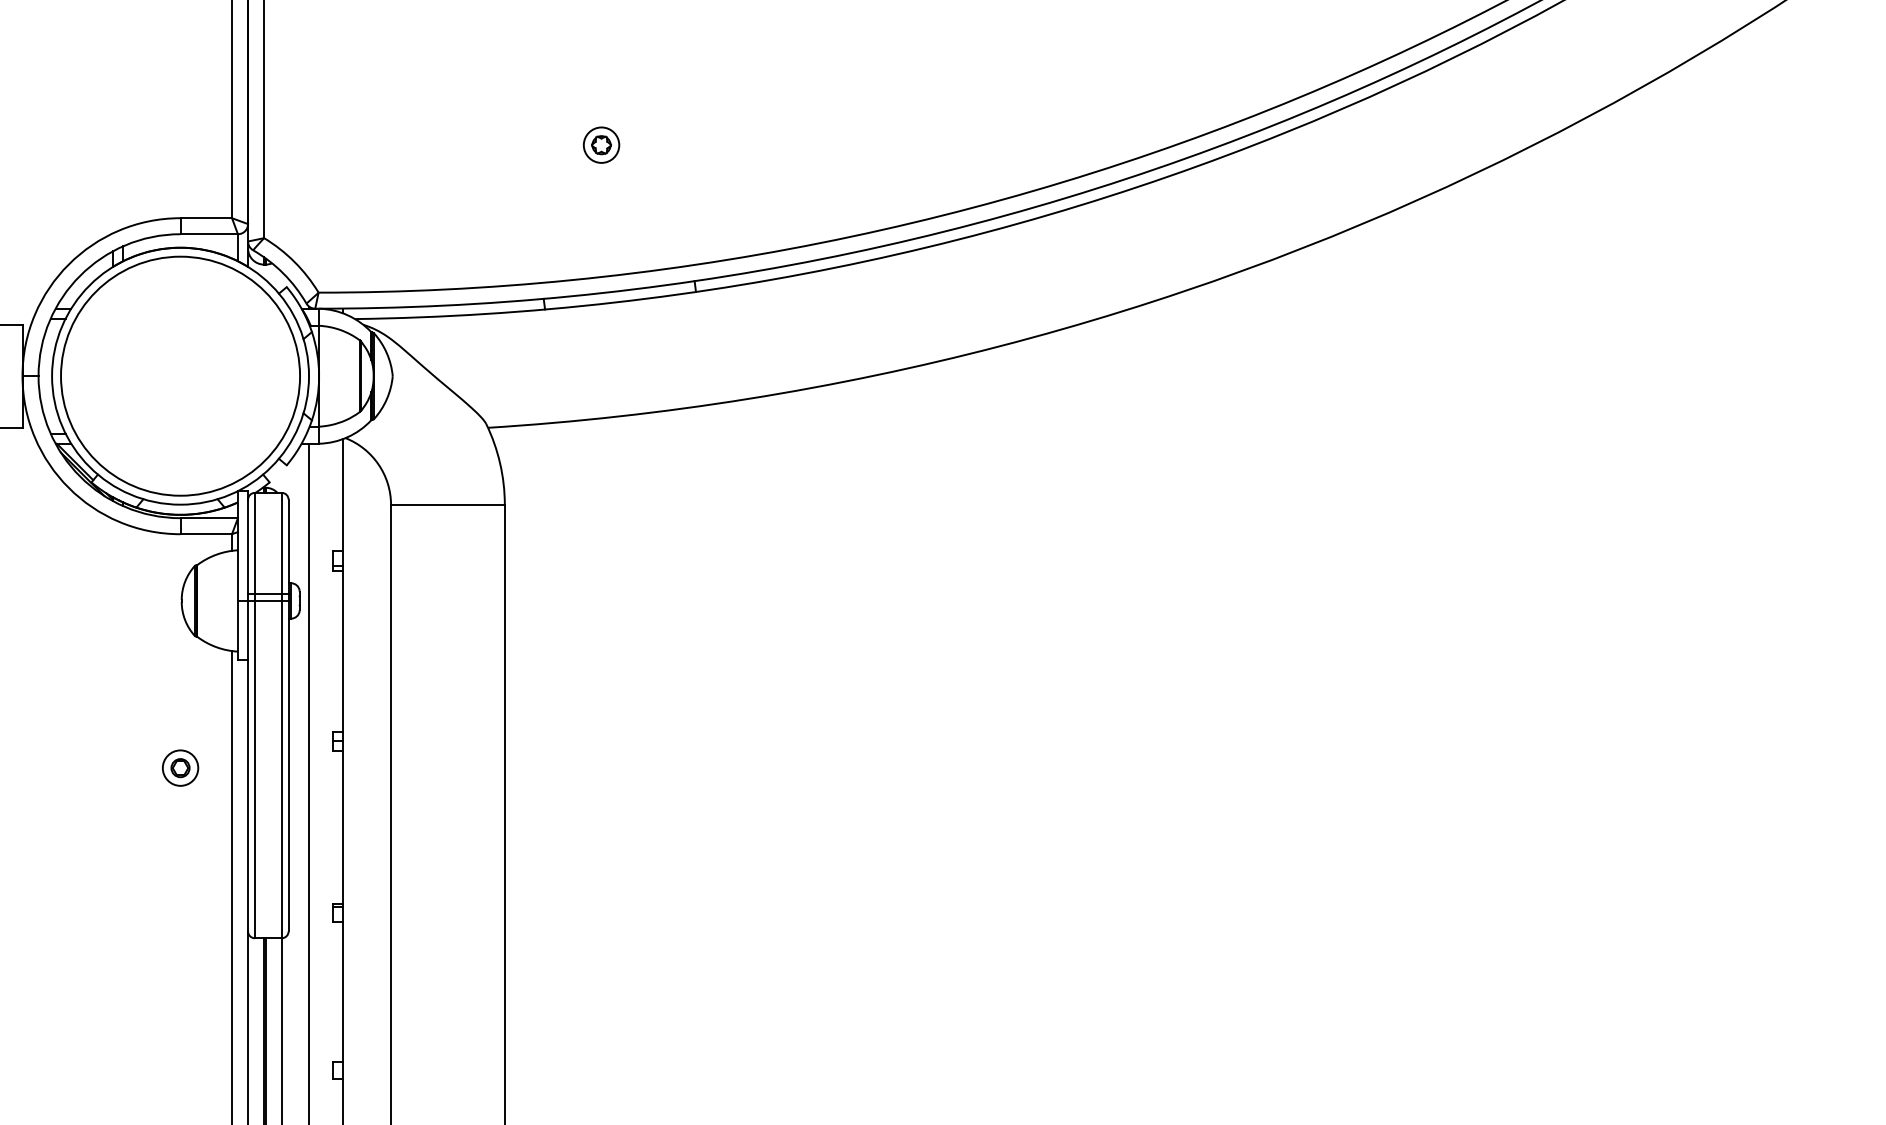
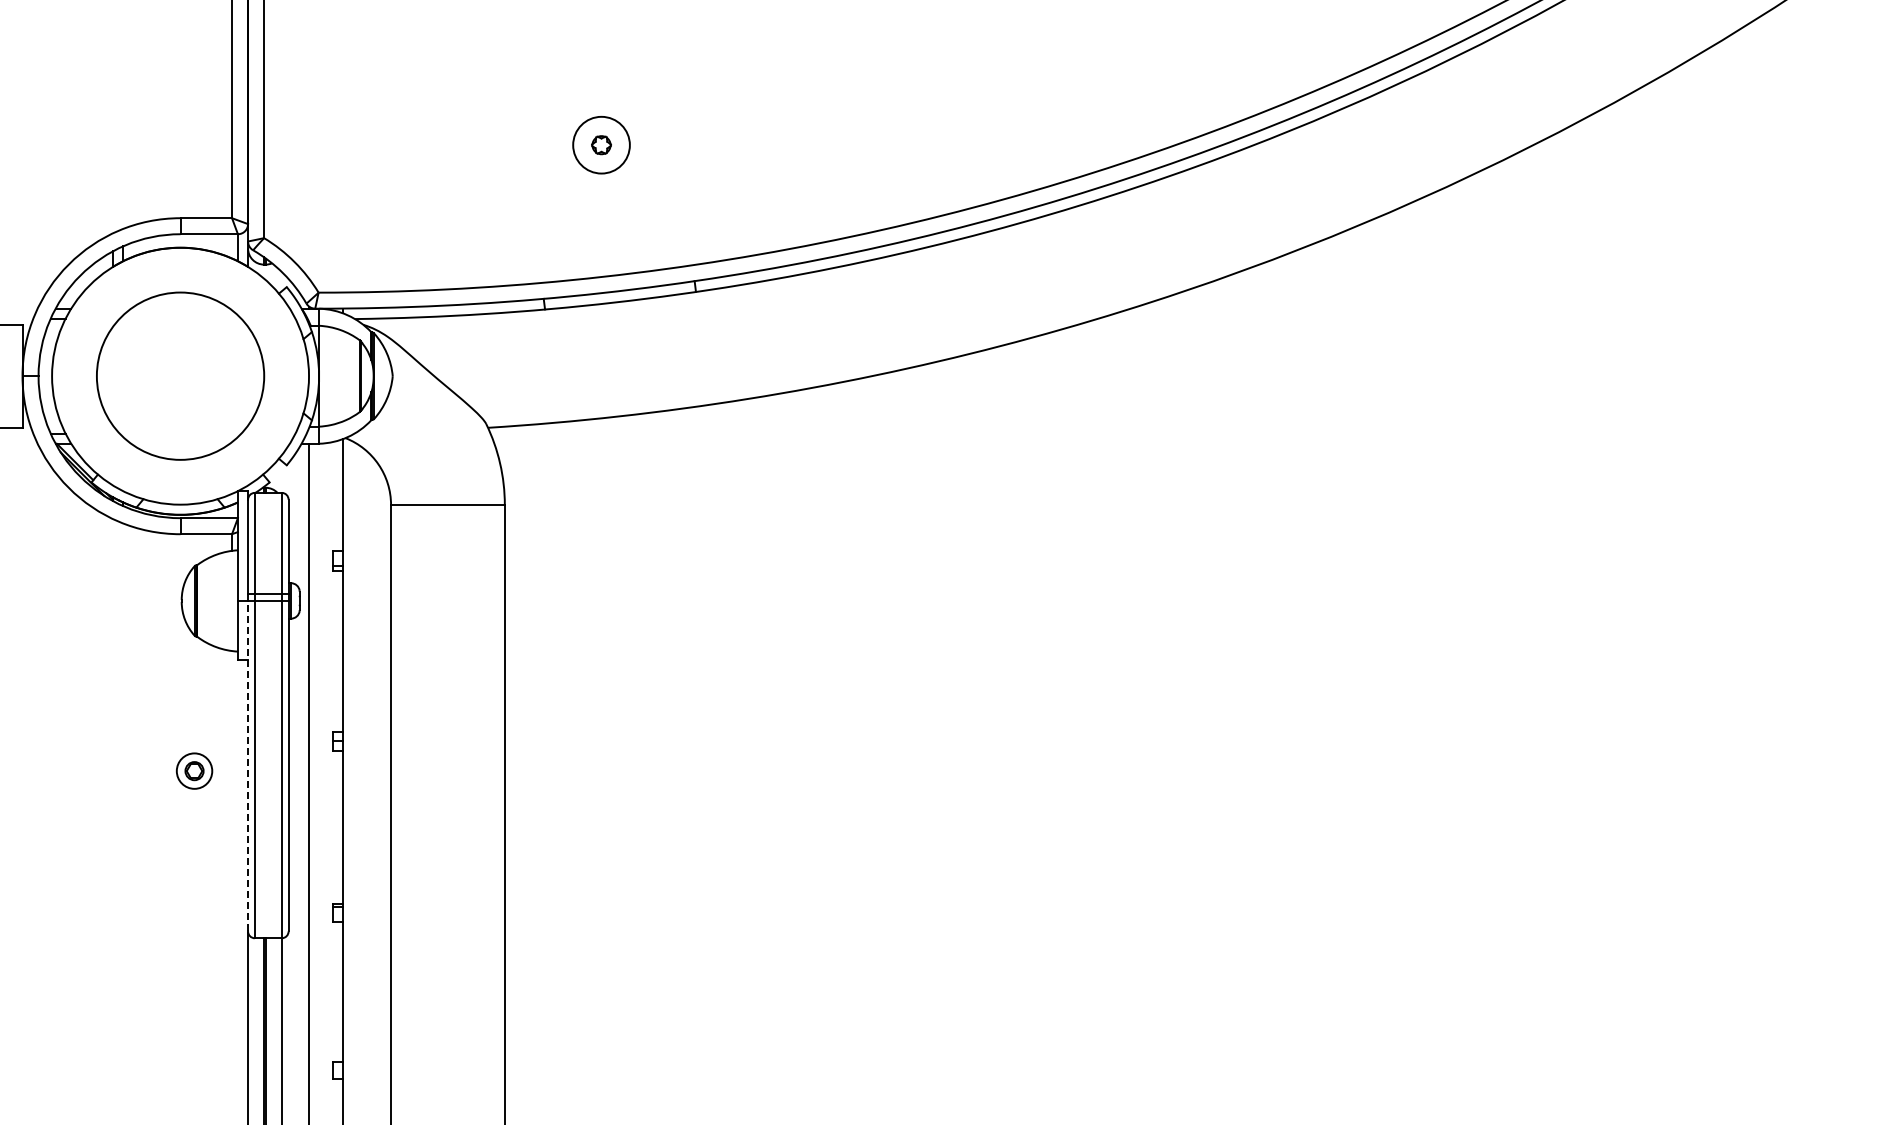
circle at (601, 144) diameter: 35 px -> 57 px
circle at (180, 375) diameter: 239 px -> 167 px
line at (248, 765): solid -> dashed
part at (180, 767) position: (180, 767) -> (194, 770)
line at (232, 886): present -> none
